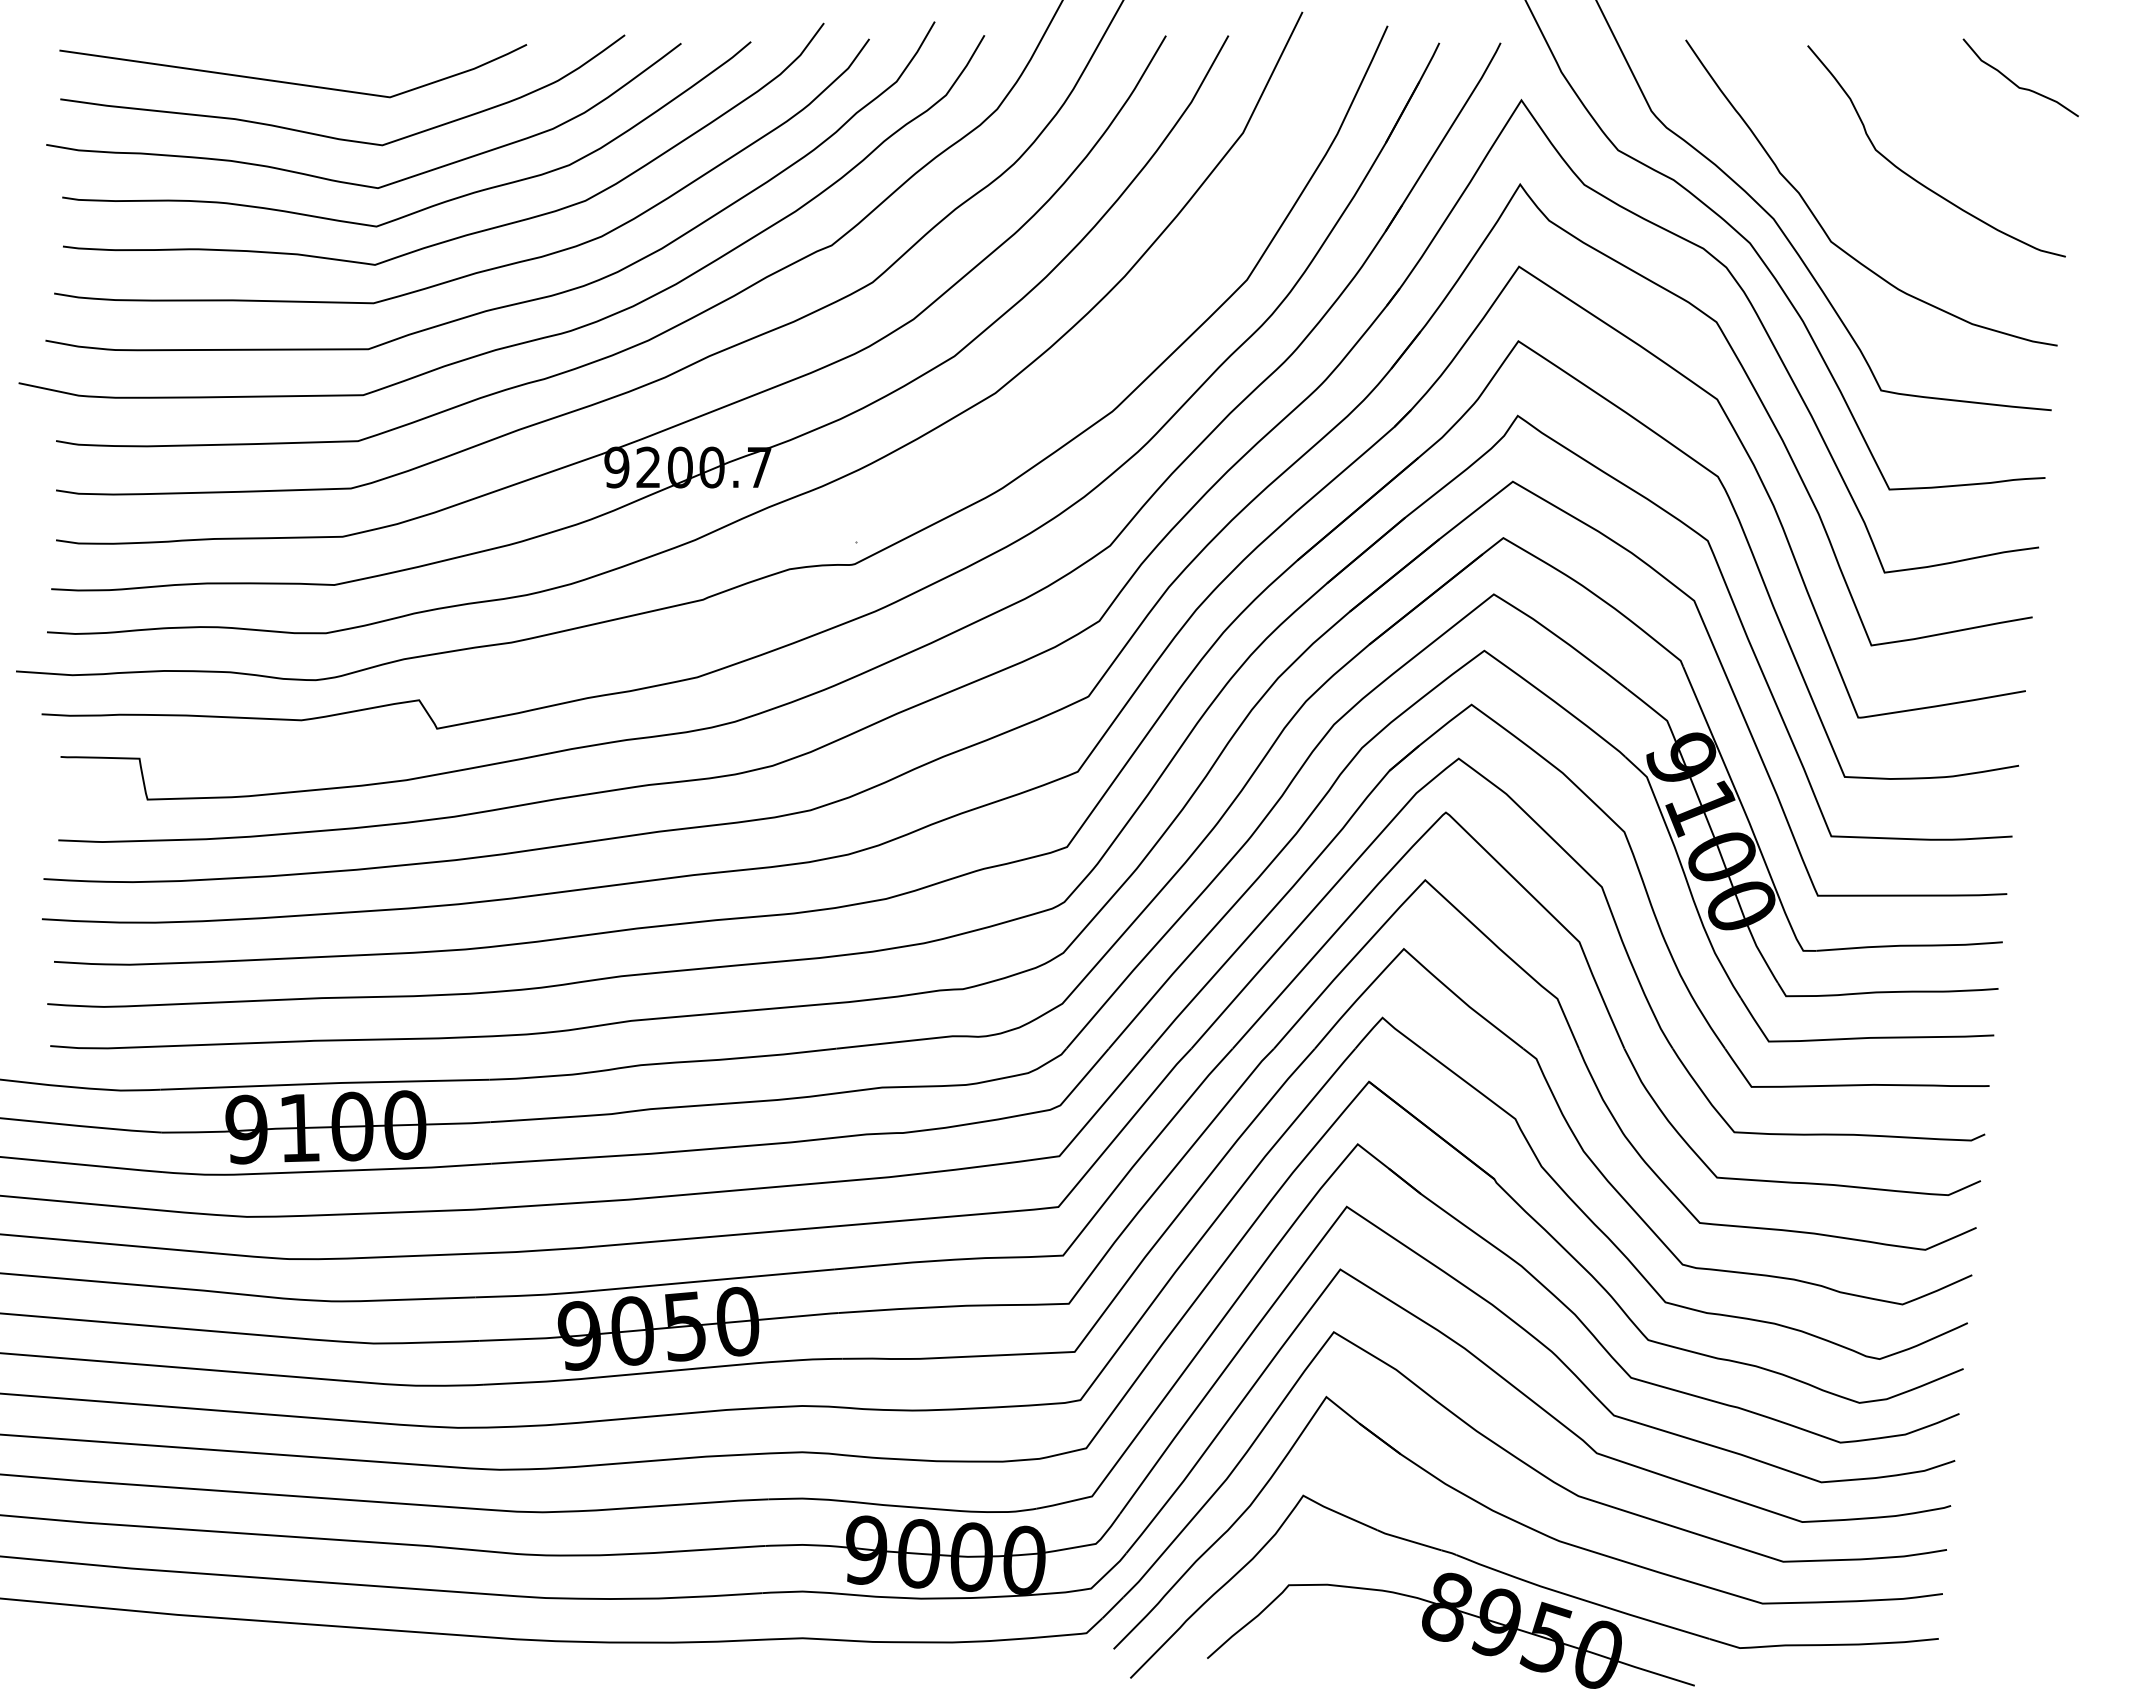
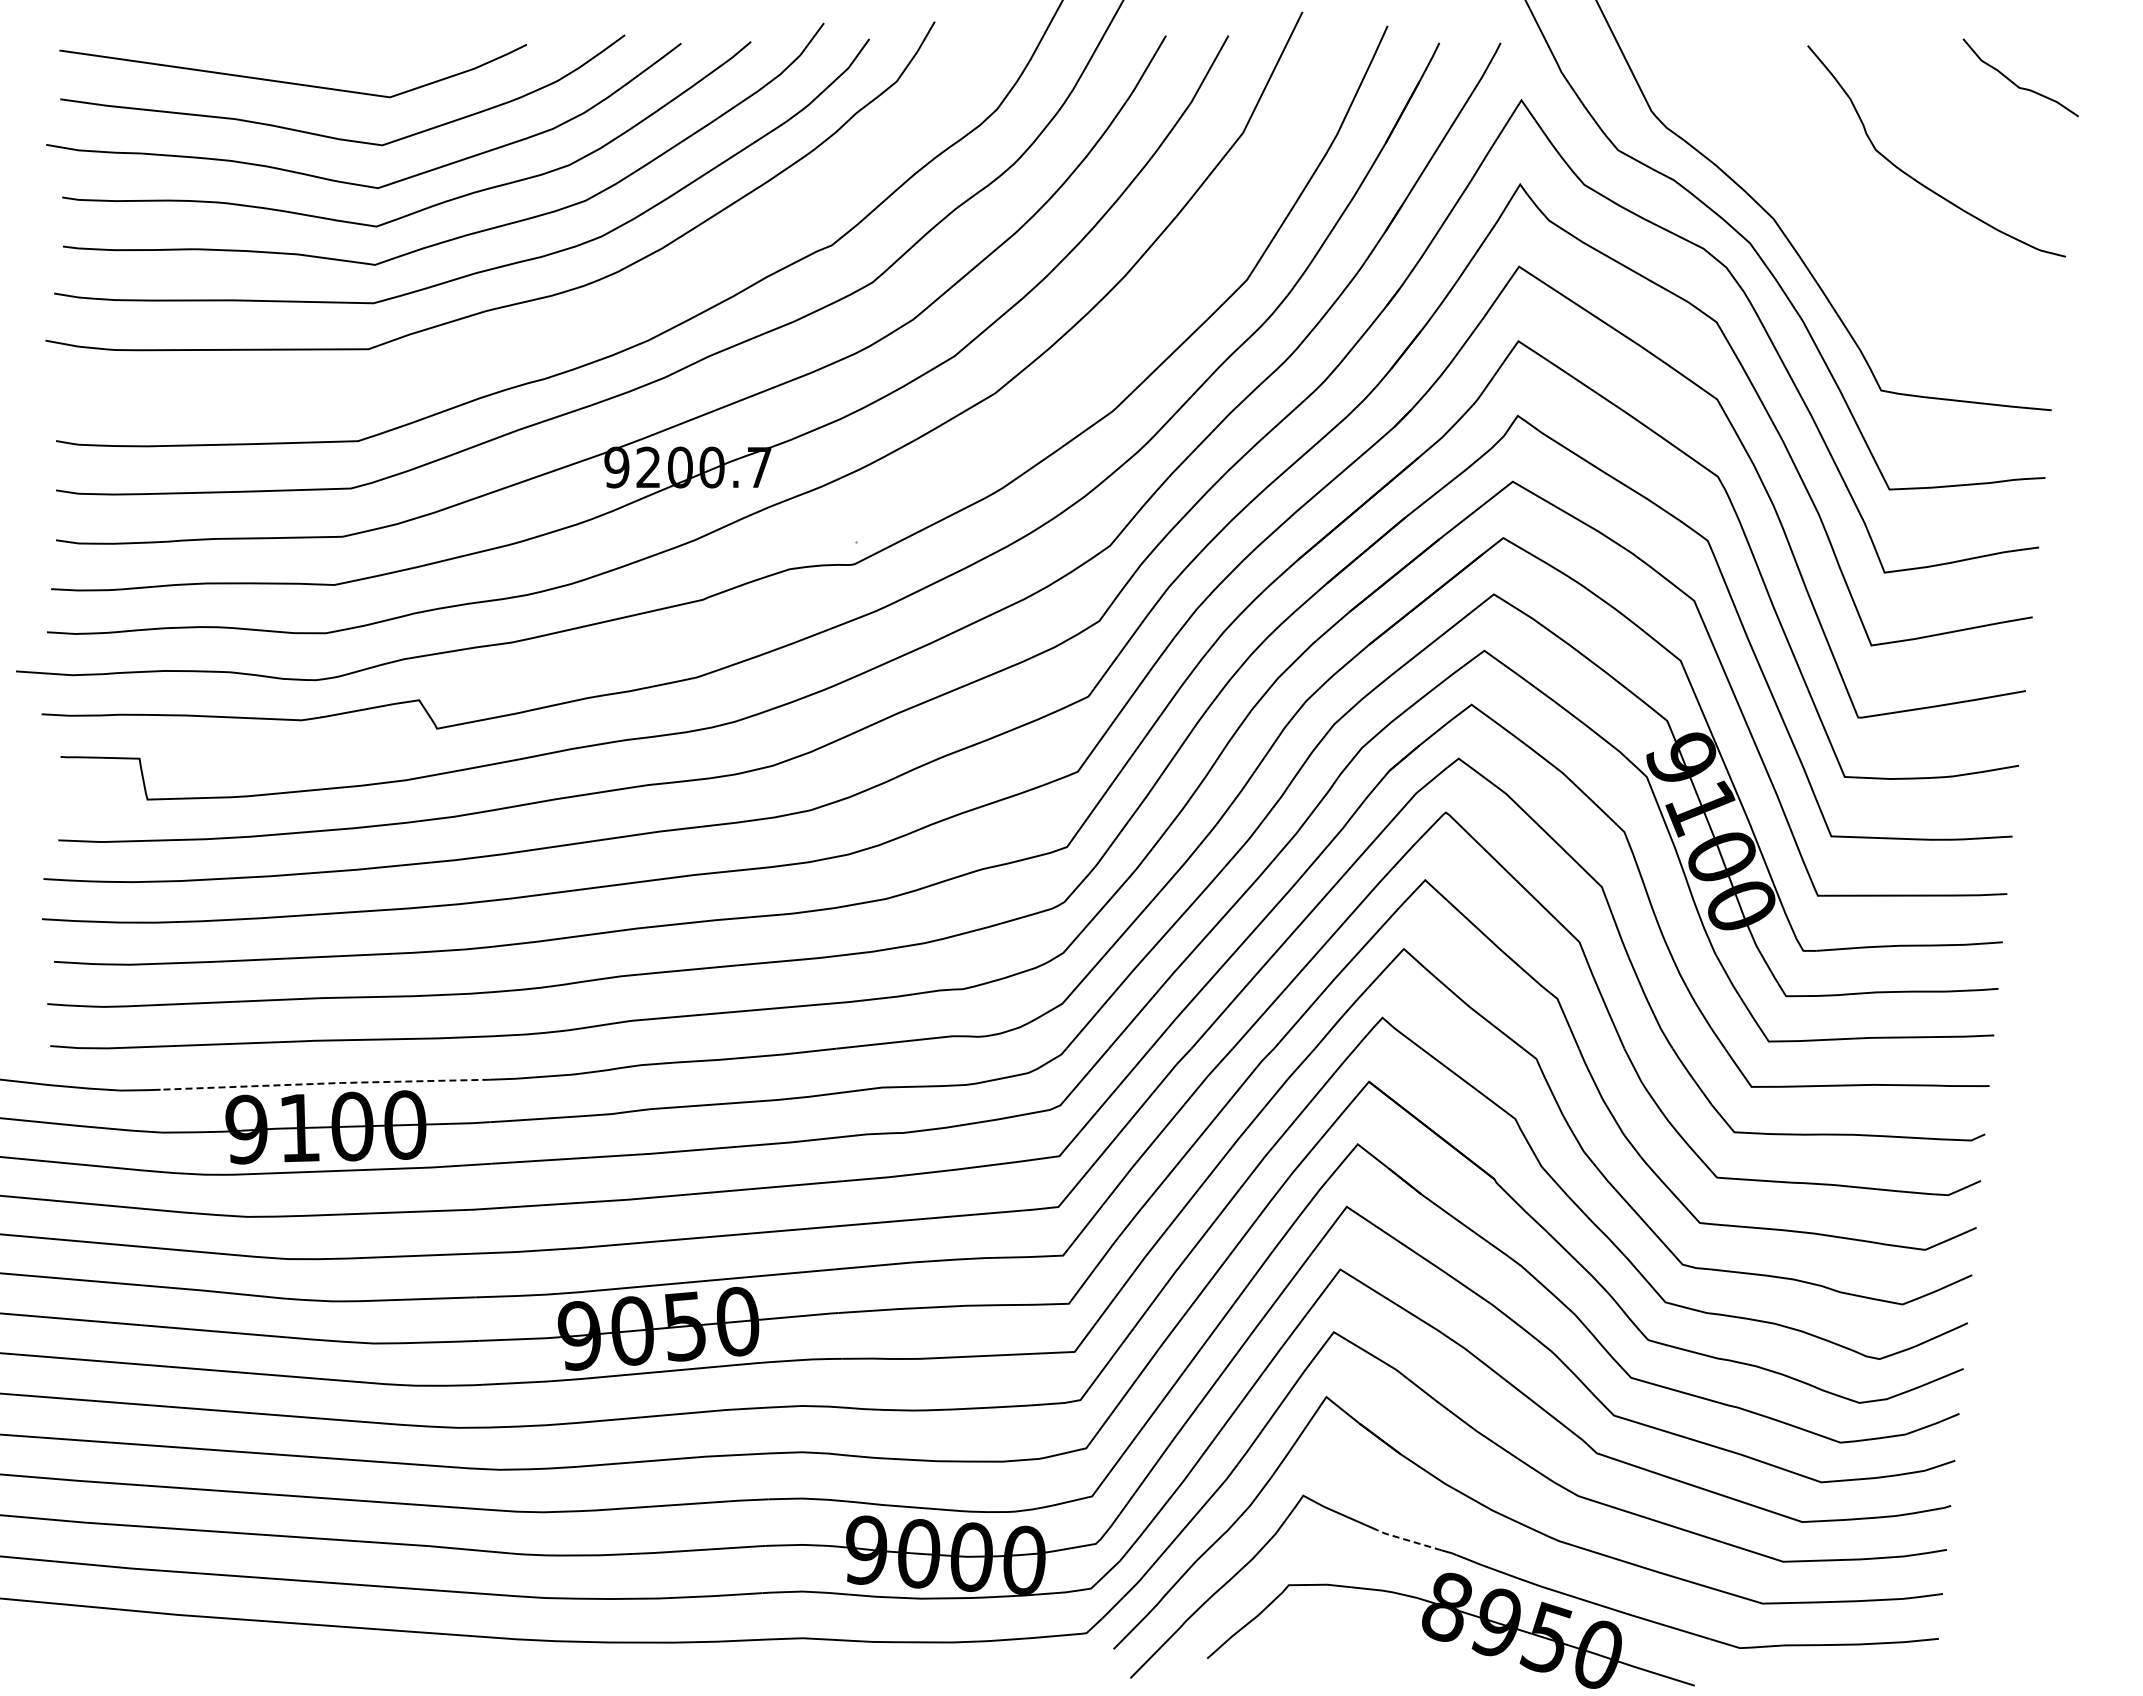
curve at (1822, 226): present -> none
curve at (532, 339): present -> none
line at (324, 1083): solid -> dashed
line at (1408, 1540): solid -> dashed
